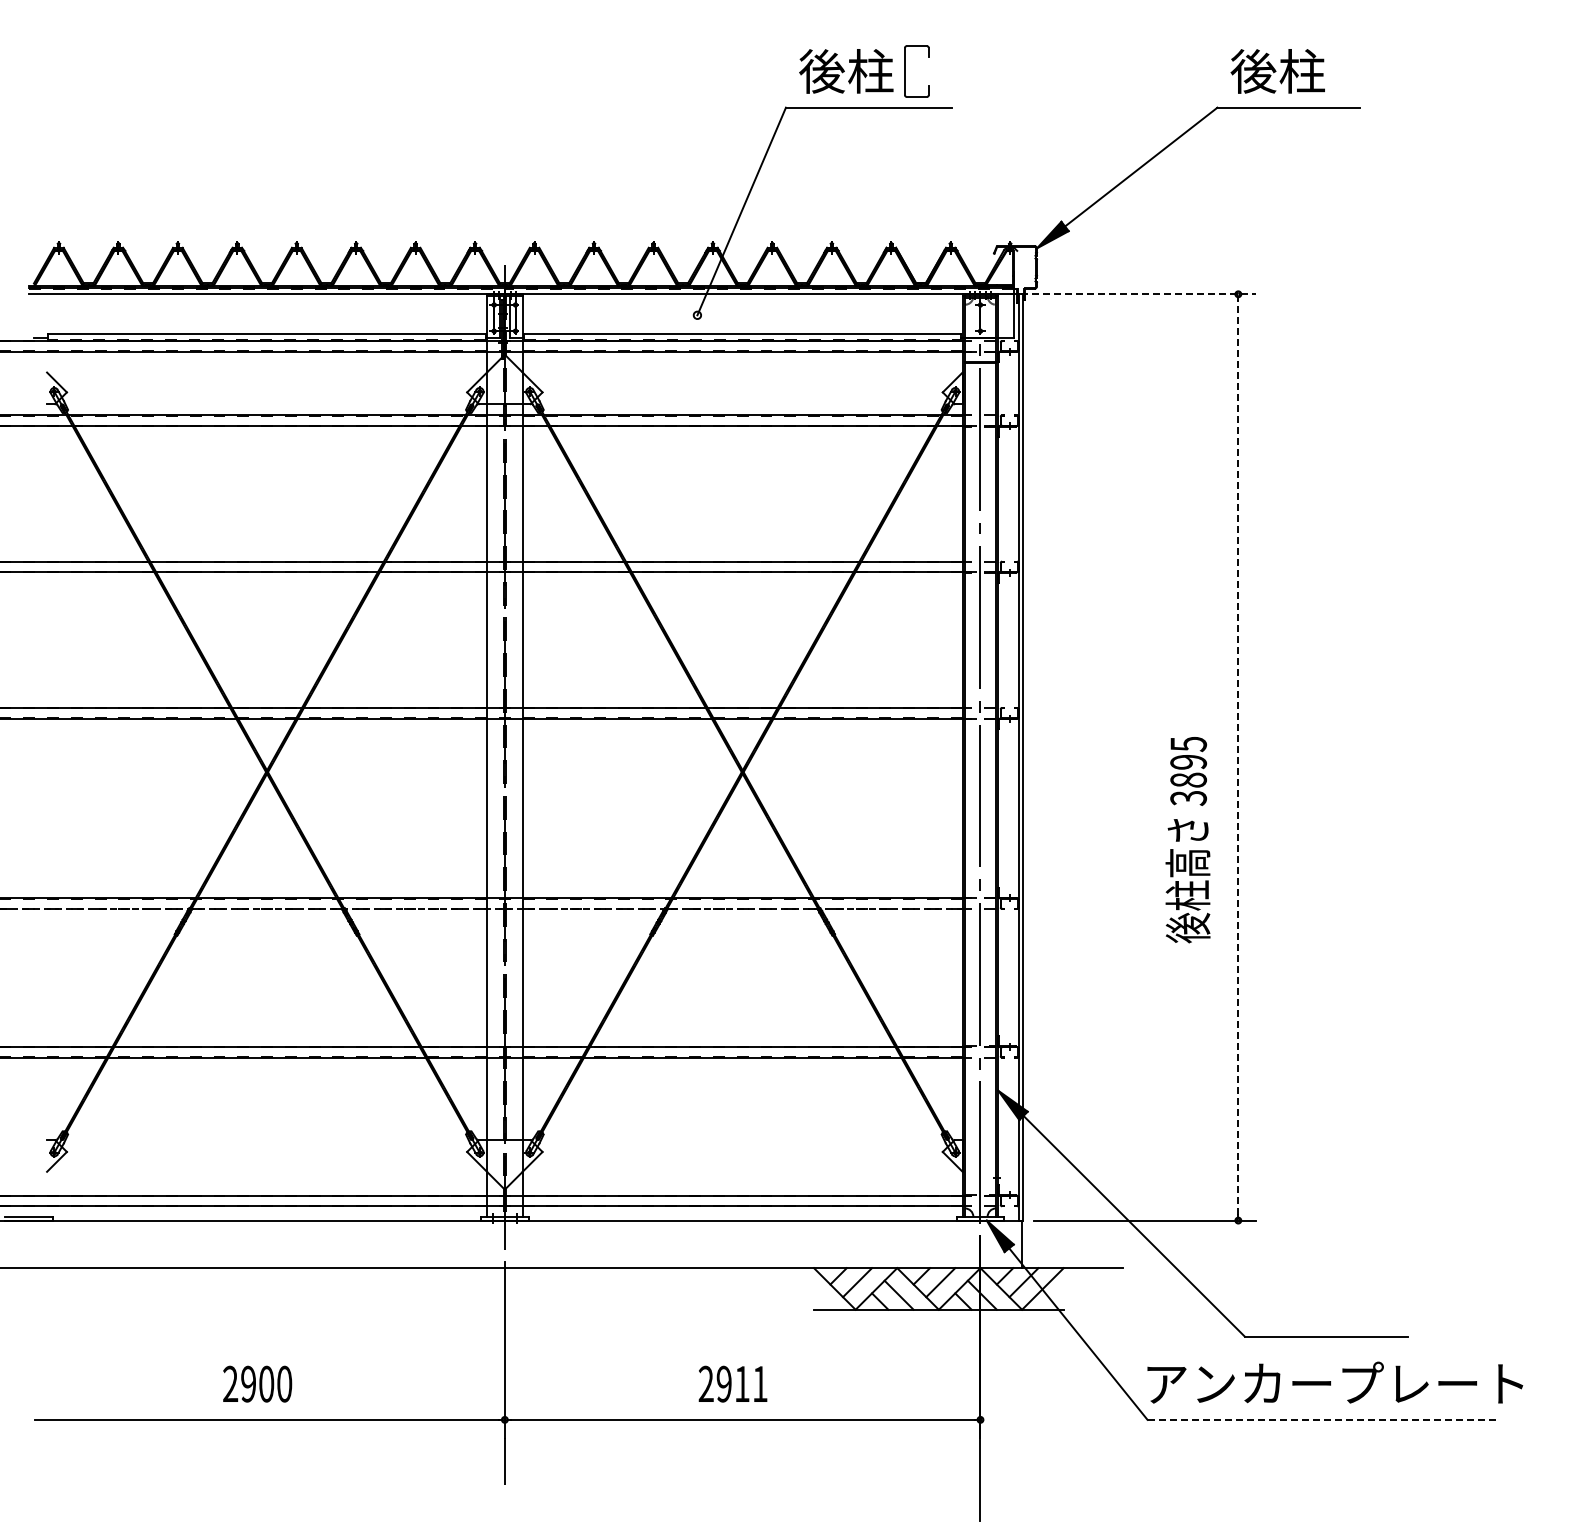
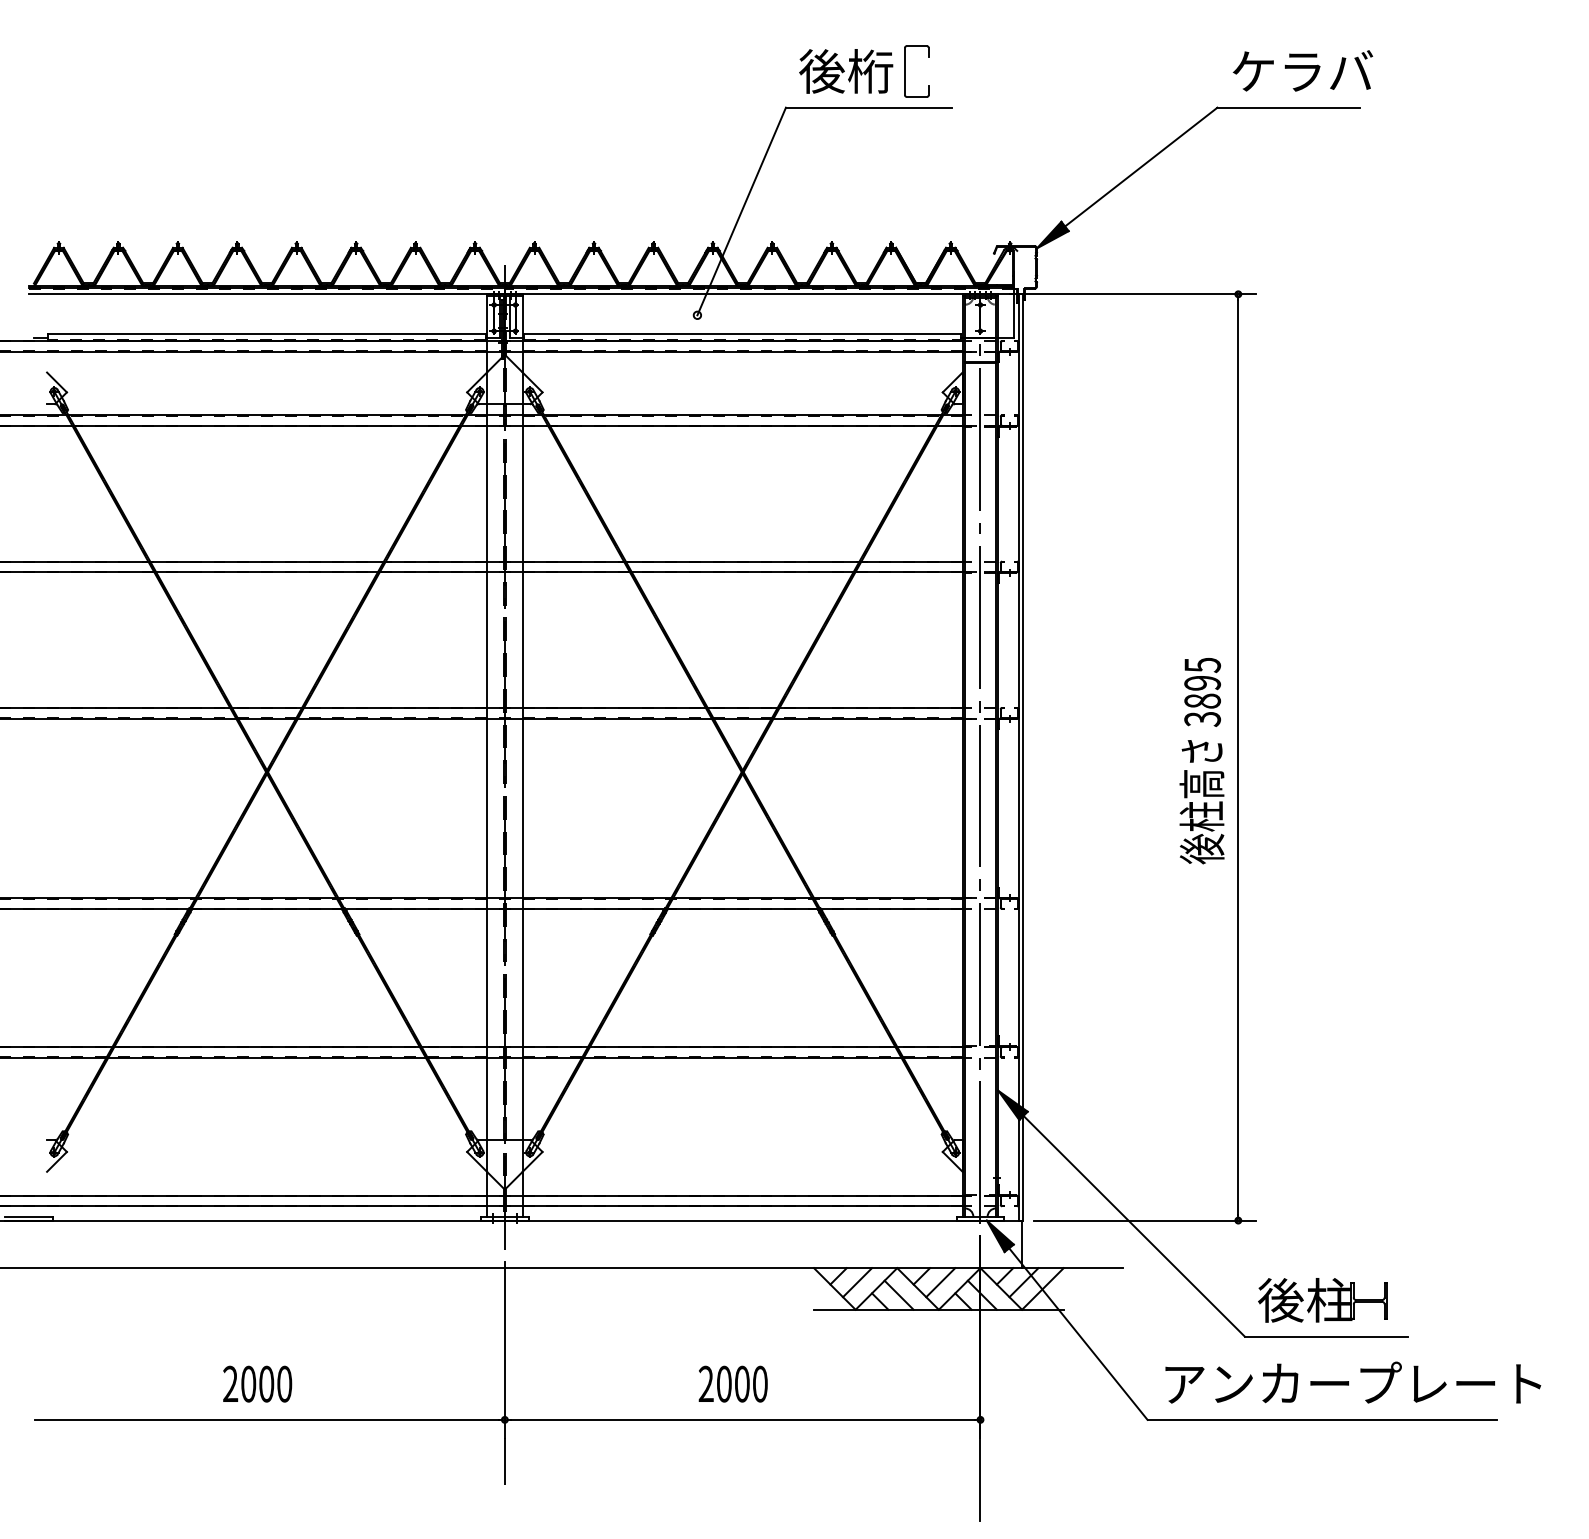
text at (870, 71): 後柱 -> 後桁
text at (1301, 71): 後柱 -> ケラバ
line at (1133, 294): dashed -> solid
line at (1238, 756): dashed -> solid
text at (1187, 840) position: (1187, 840) -> (1201, 761)
line at (481, 909): dashed -> solid
part at (1322, 1300): none -> present
text at (1335, 1382) position: (1335, 1382) -> (1353, 1382)
text at (248, 1383): 2900 -> 2000
text at (741, 1383): 2911 -> 2000
line at (1322, 1419): dashed -> solid
